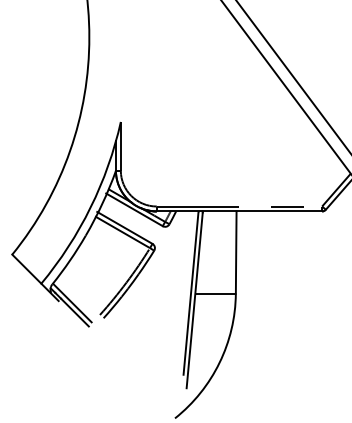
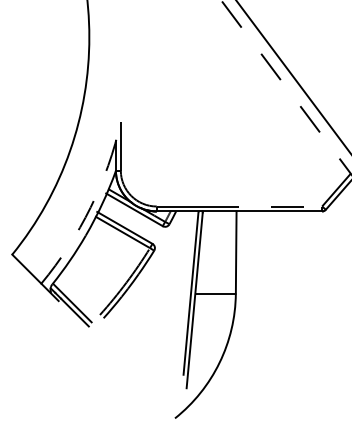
line at (286, 88): solid -> dashed
arc at (90, 207): solid -> dashed
